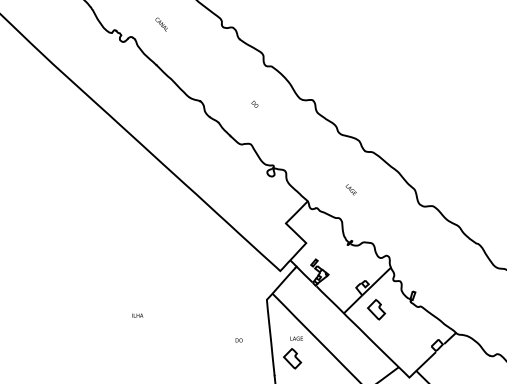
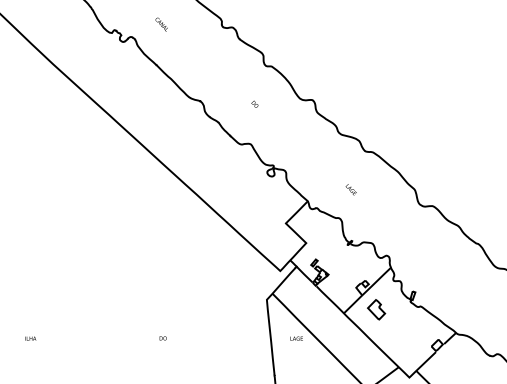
text at (137, 315) position: (137, 315) -> (30, 338)
text at (238, 340) position: (238, 340) -> (162, 338)
part at (292, 358): present -> none
